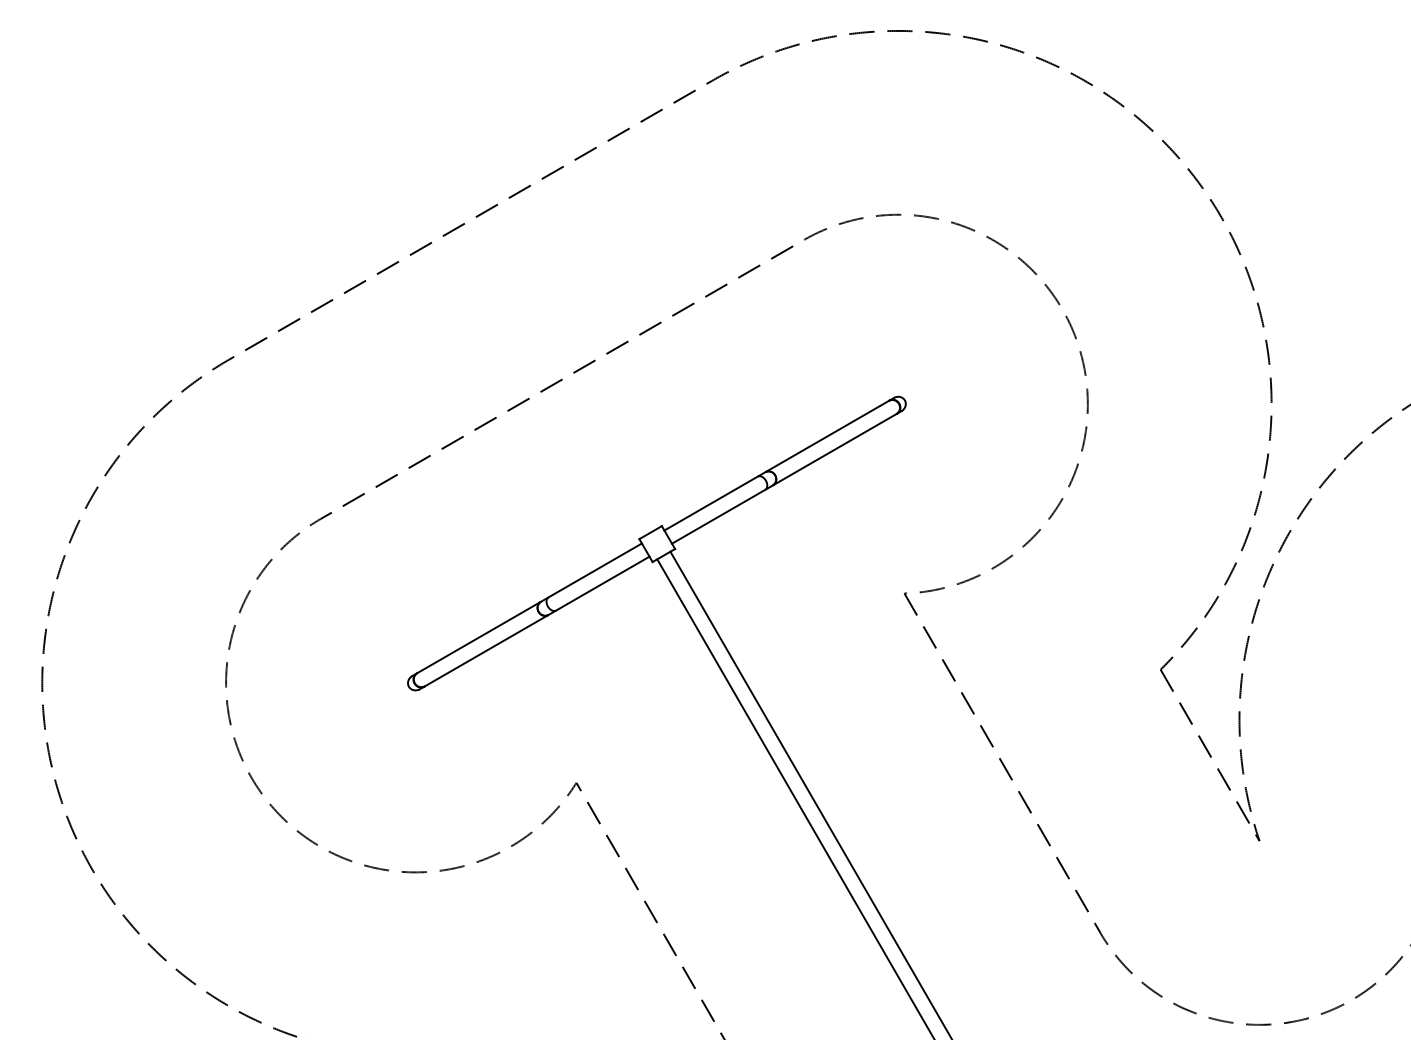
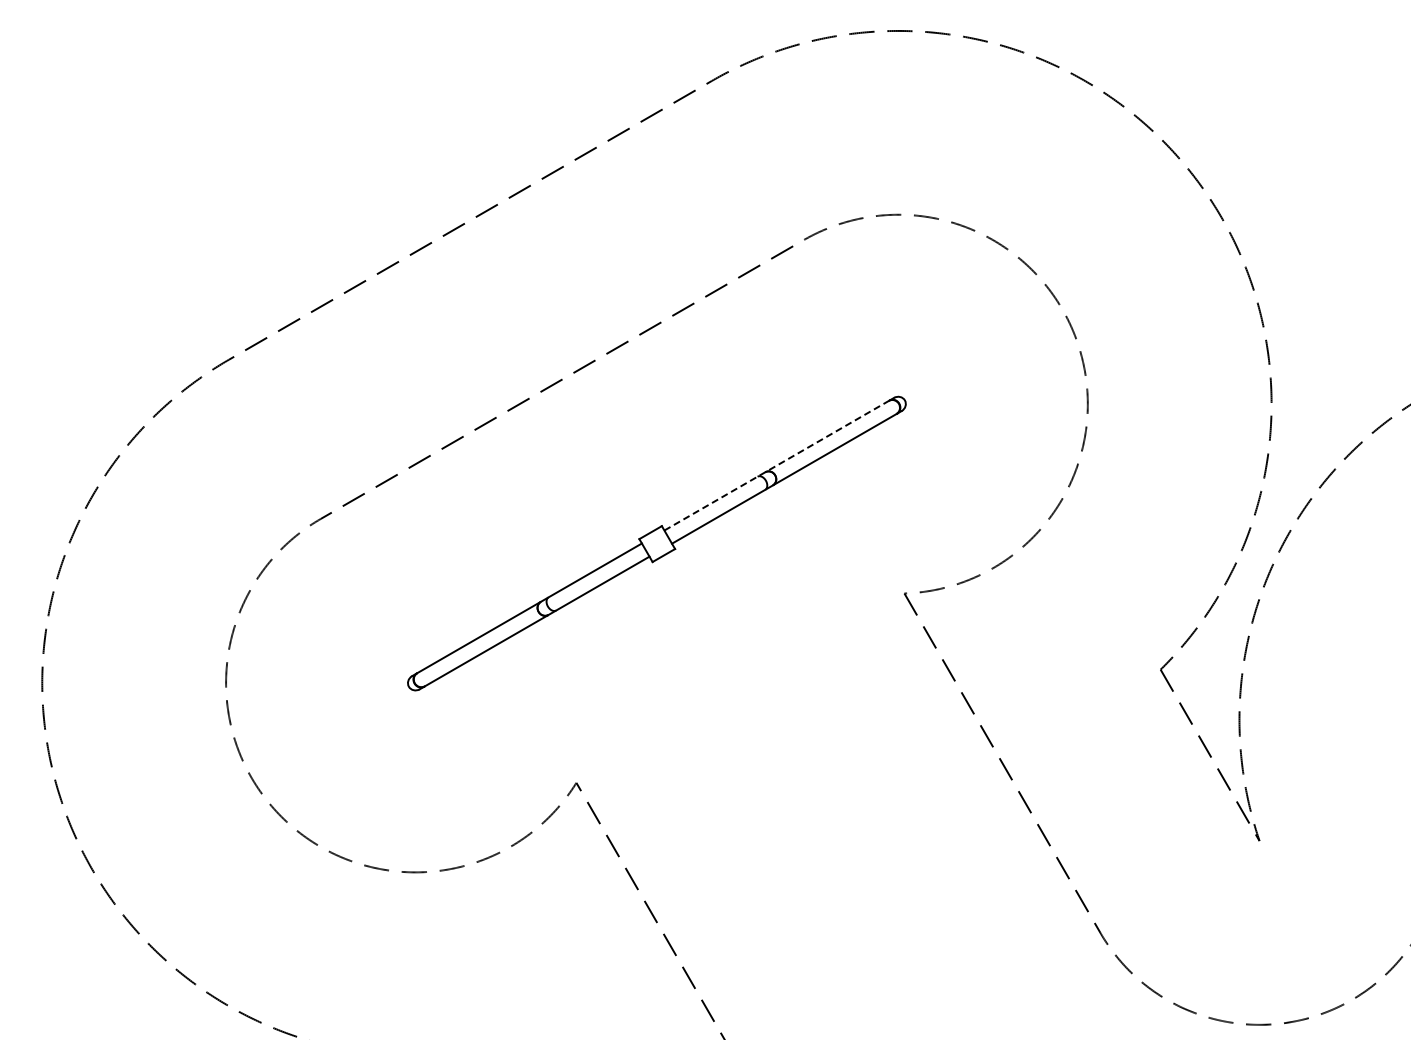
line at (776, 465): solid -> dashed
line at (810, 793): present -> none
line at (795, 797): present -> none
